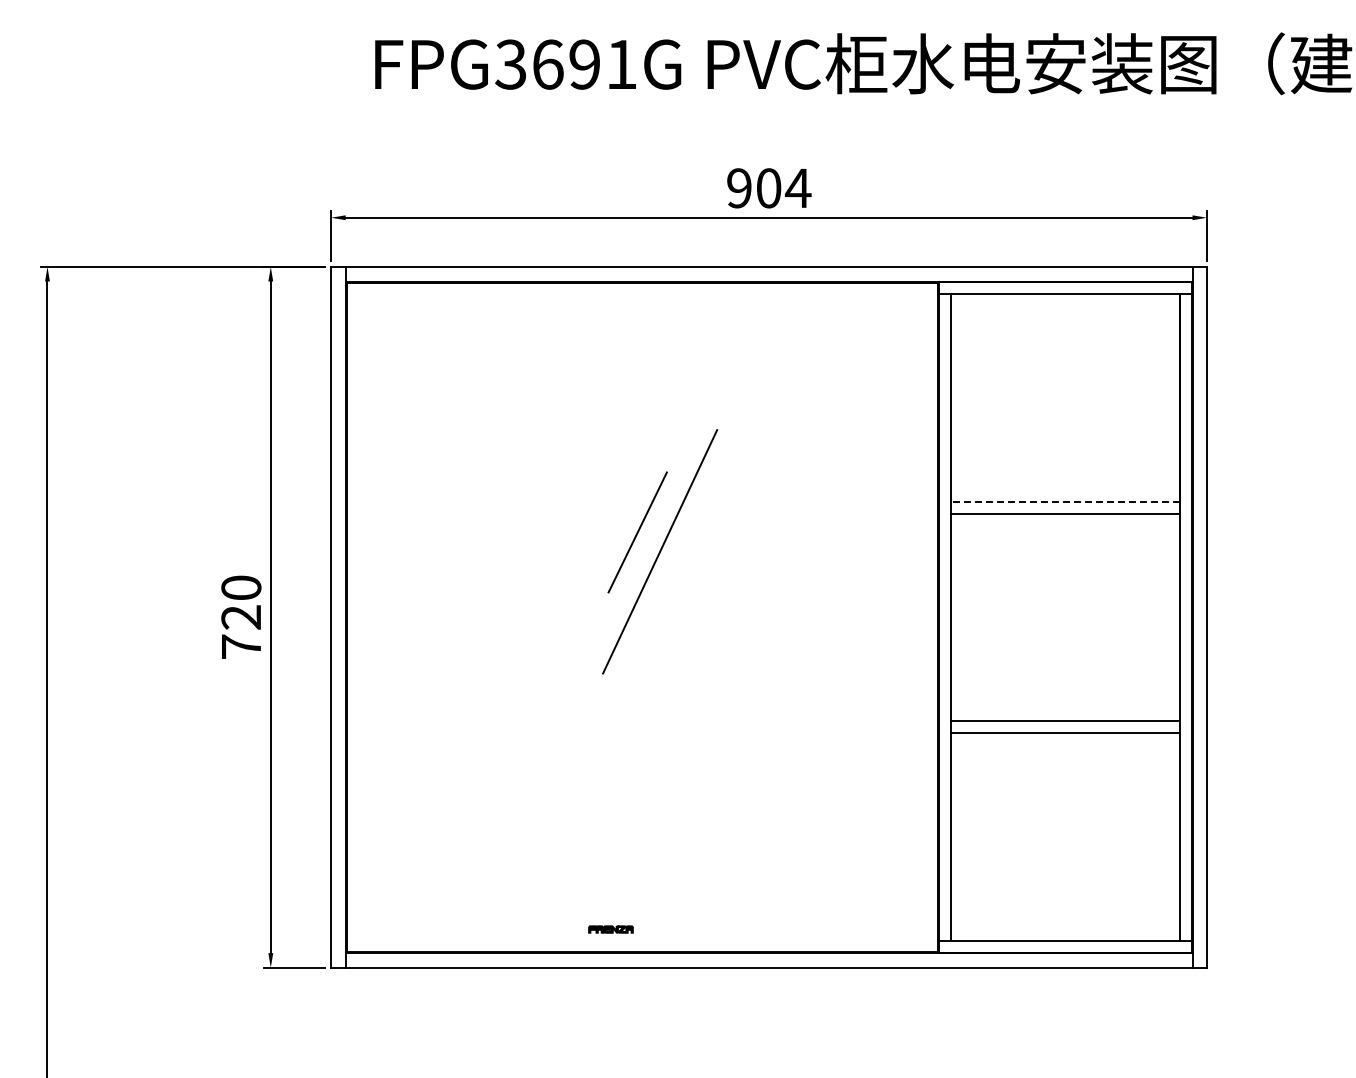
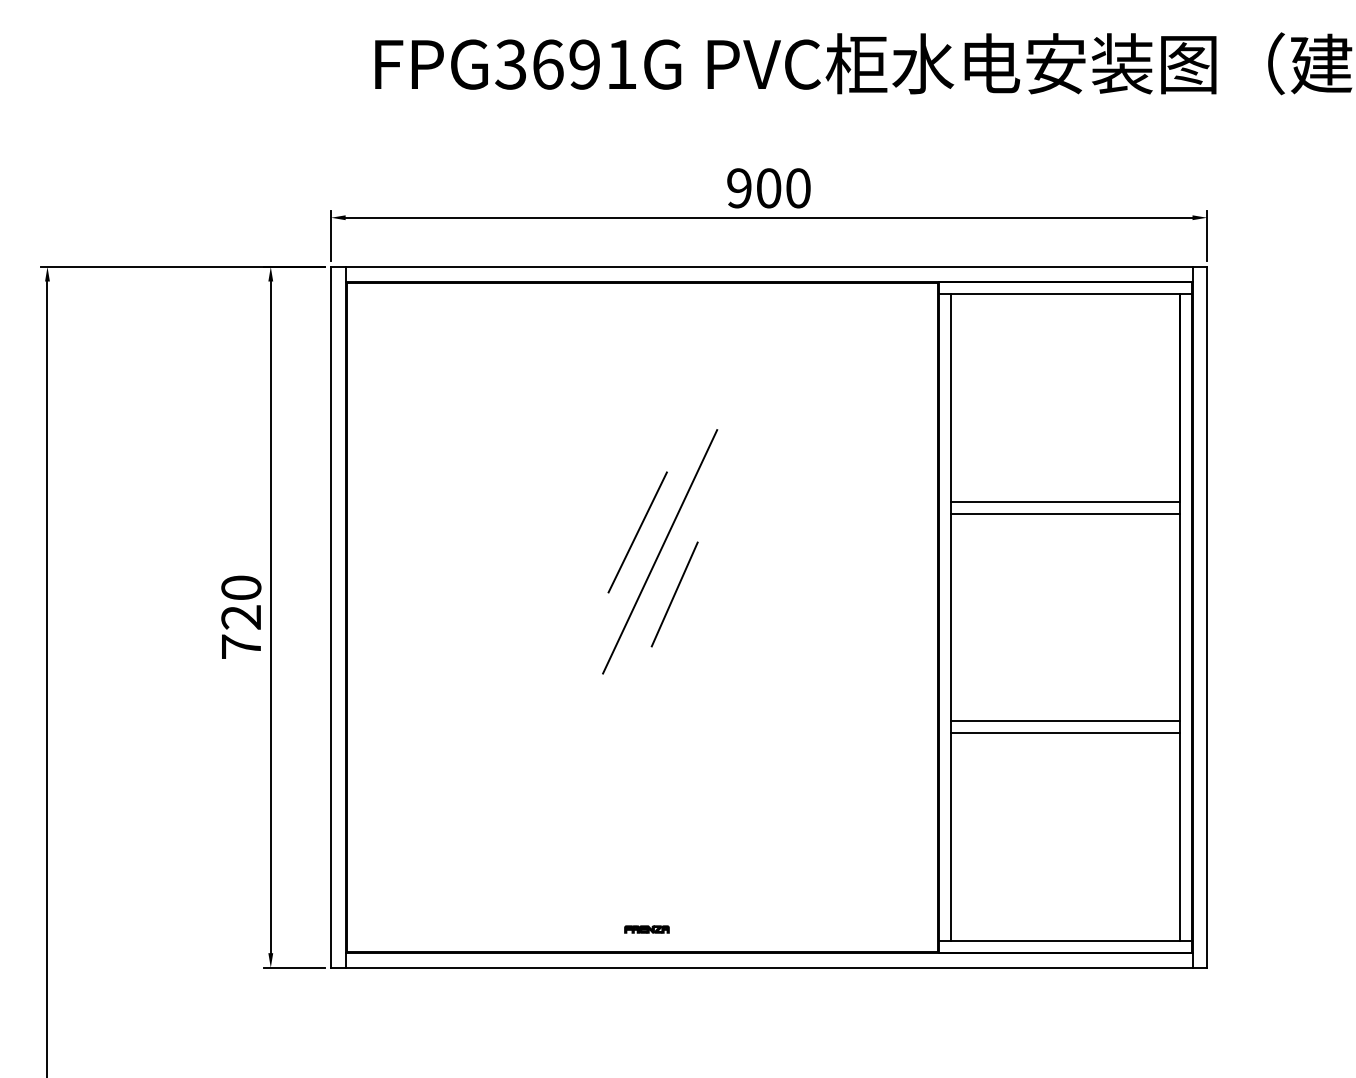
text at (797, 188): 904 -> 900
line at (1065, 502): dashed -> solid
line at (674, 594): none -> present
part at (610, 929) position: (610, 929) -> (646, 929)
